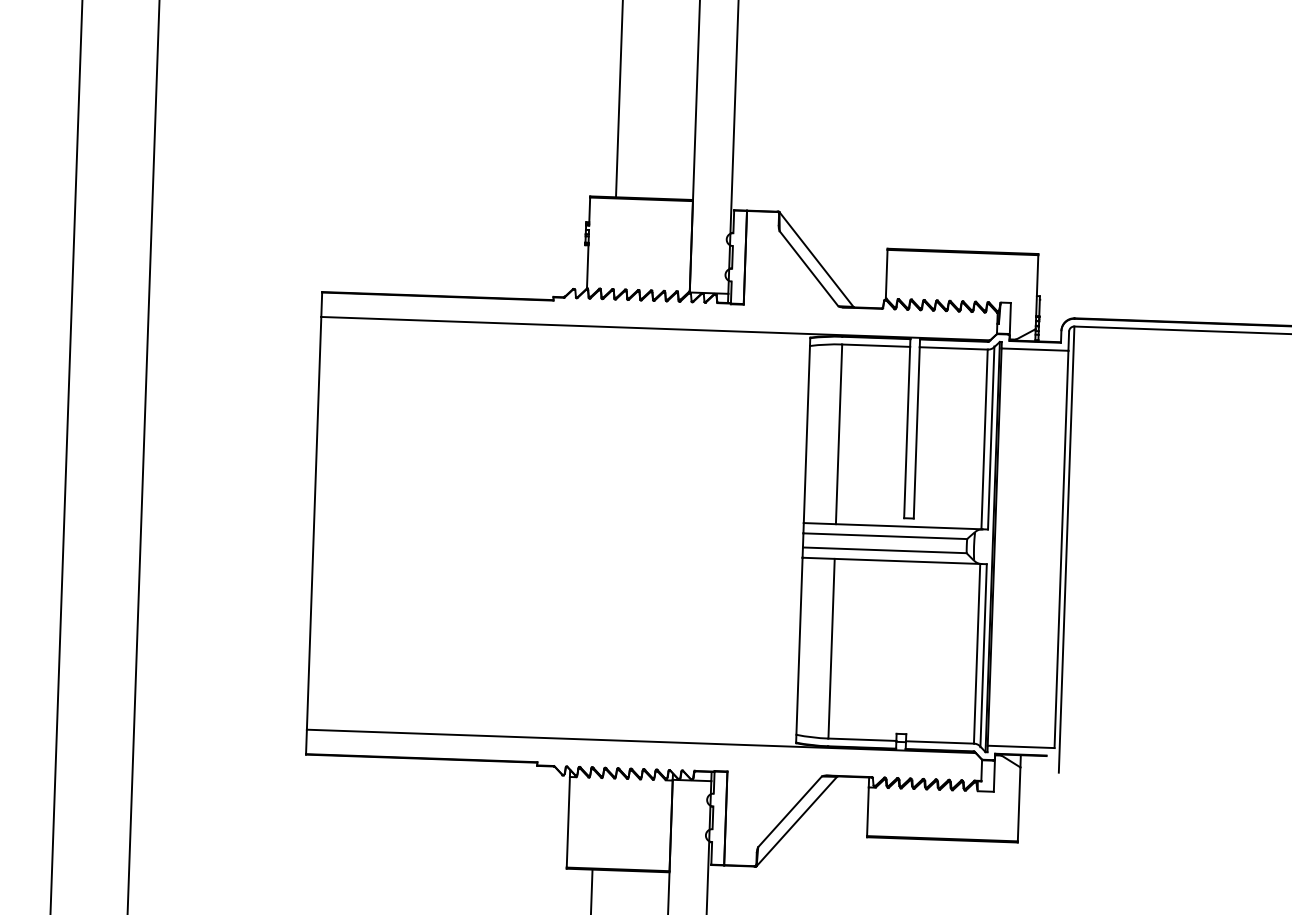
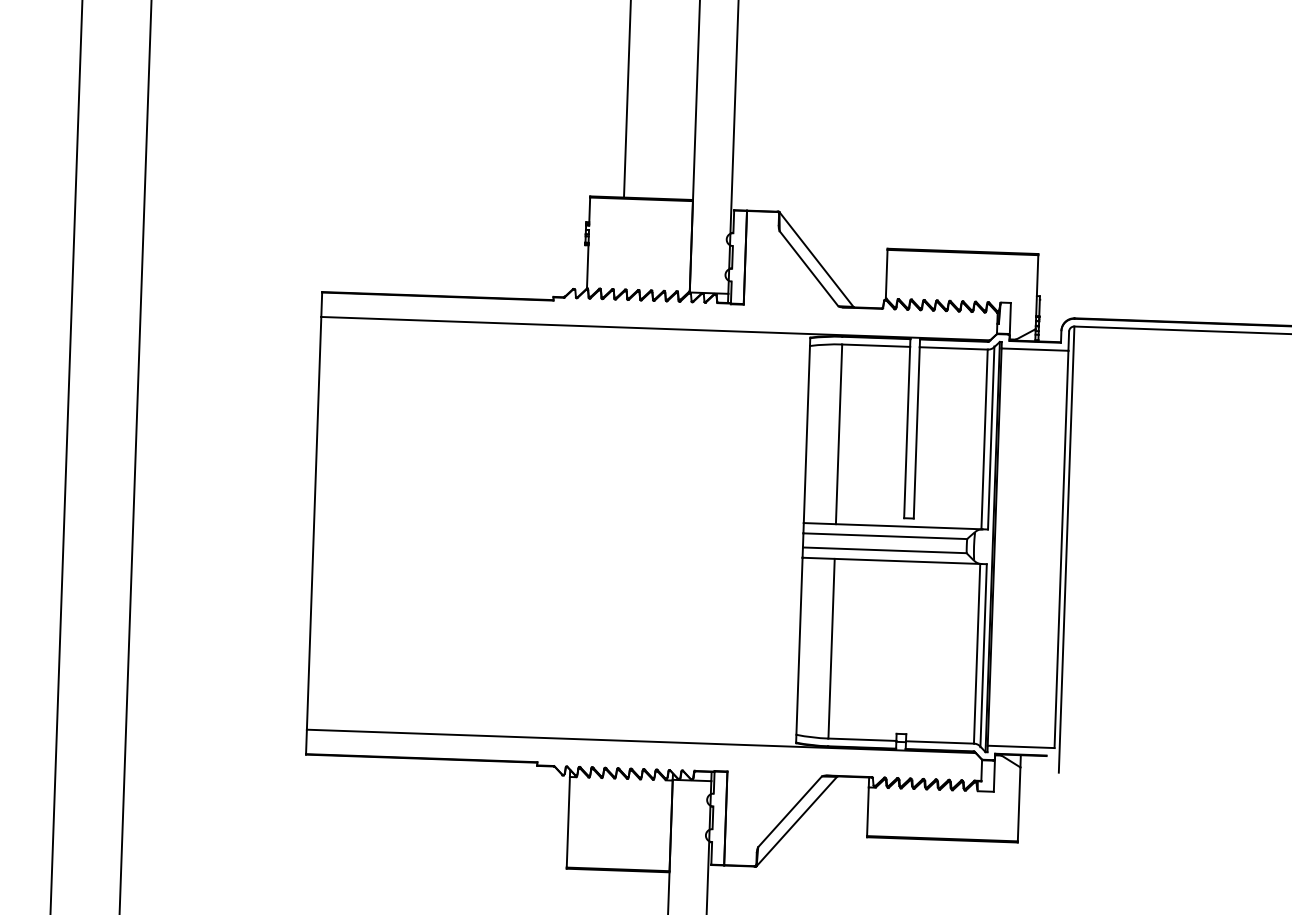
line at (619, 99) position: (619, 99) -> (627, 99)
line at (143, 456) position: (143, 456) -> (135, 456)
line at (591, 890): present -> none
